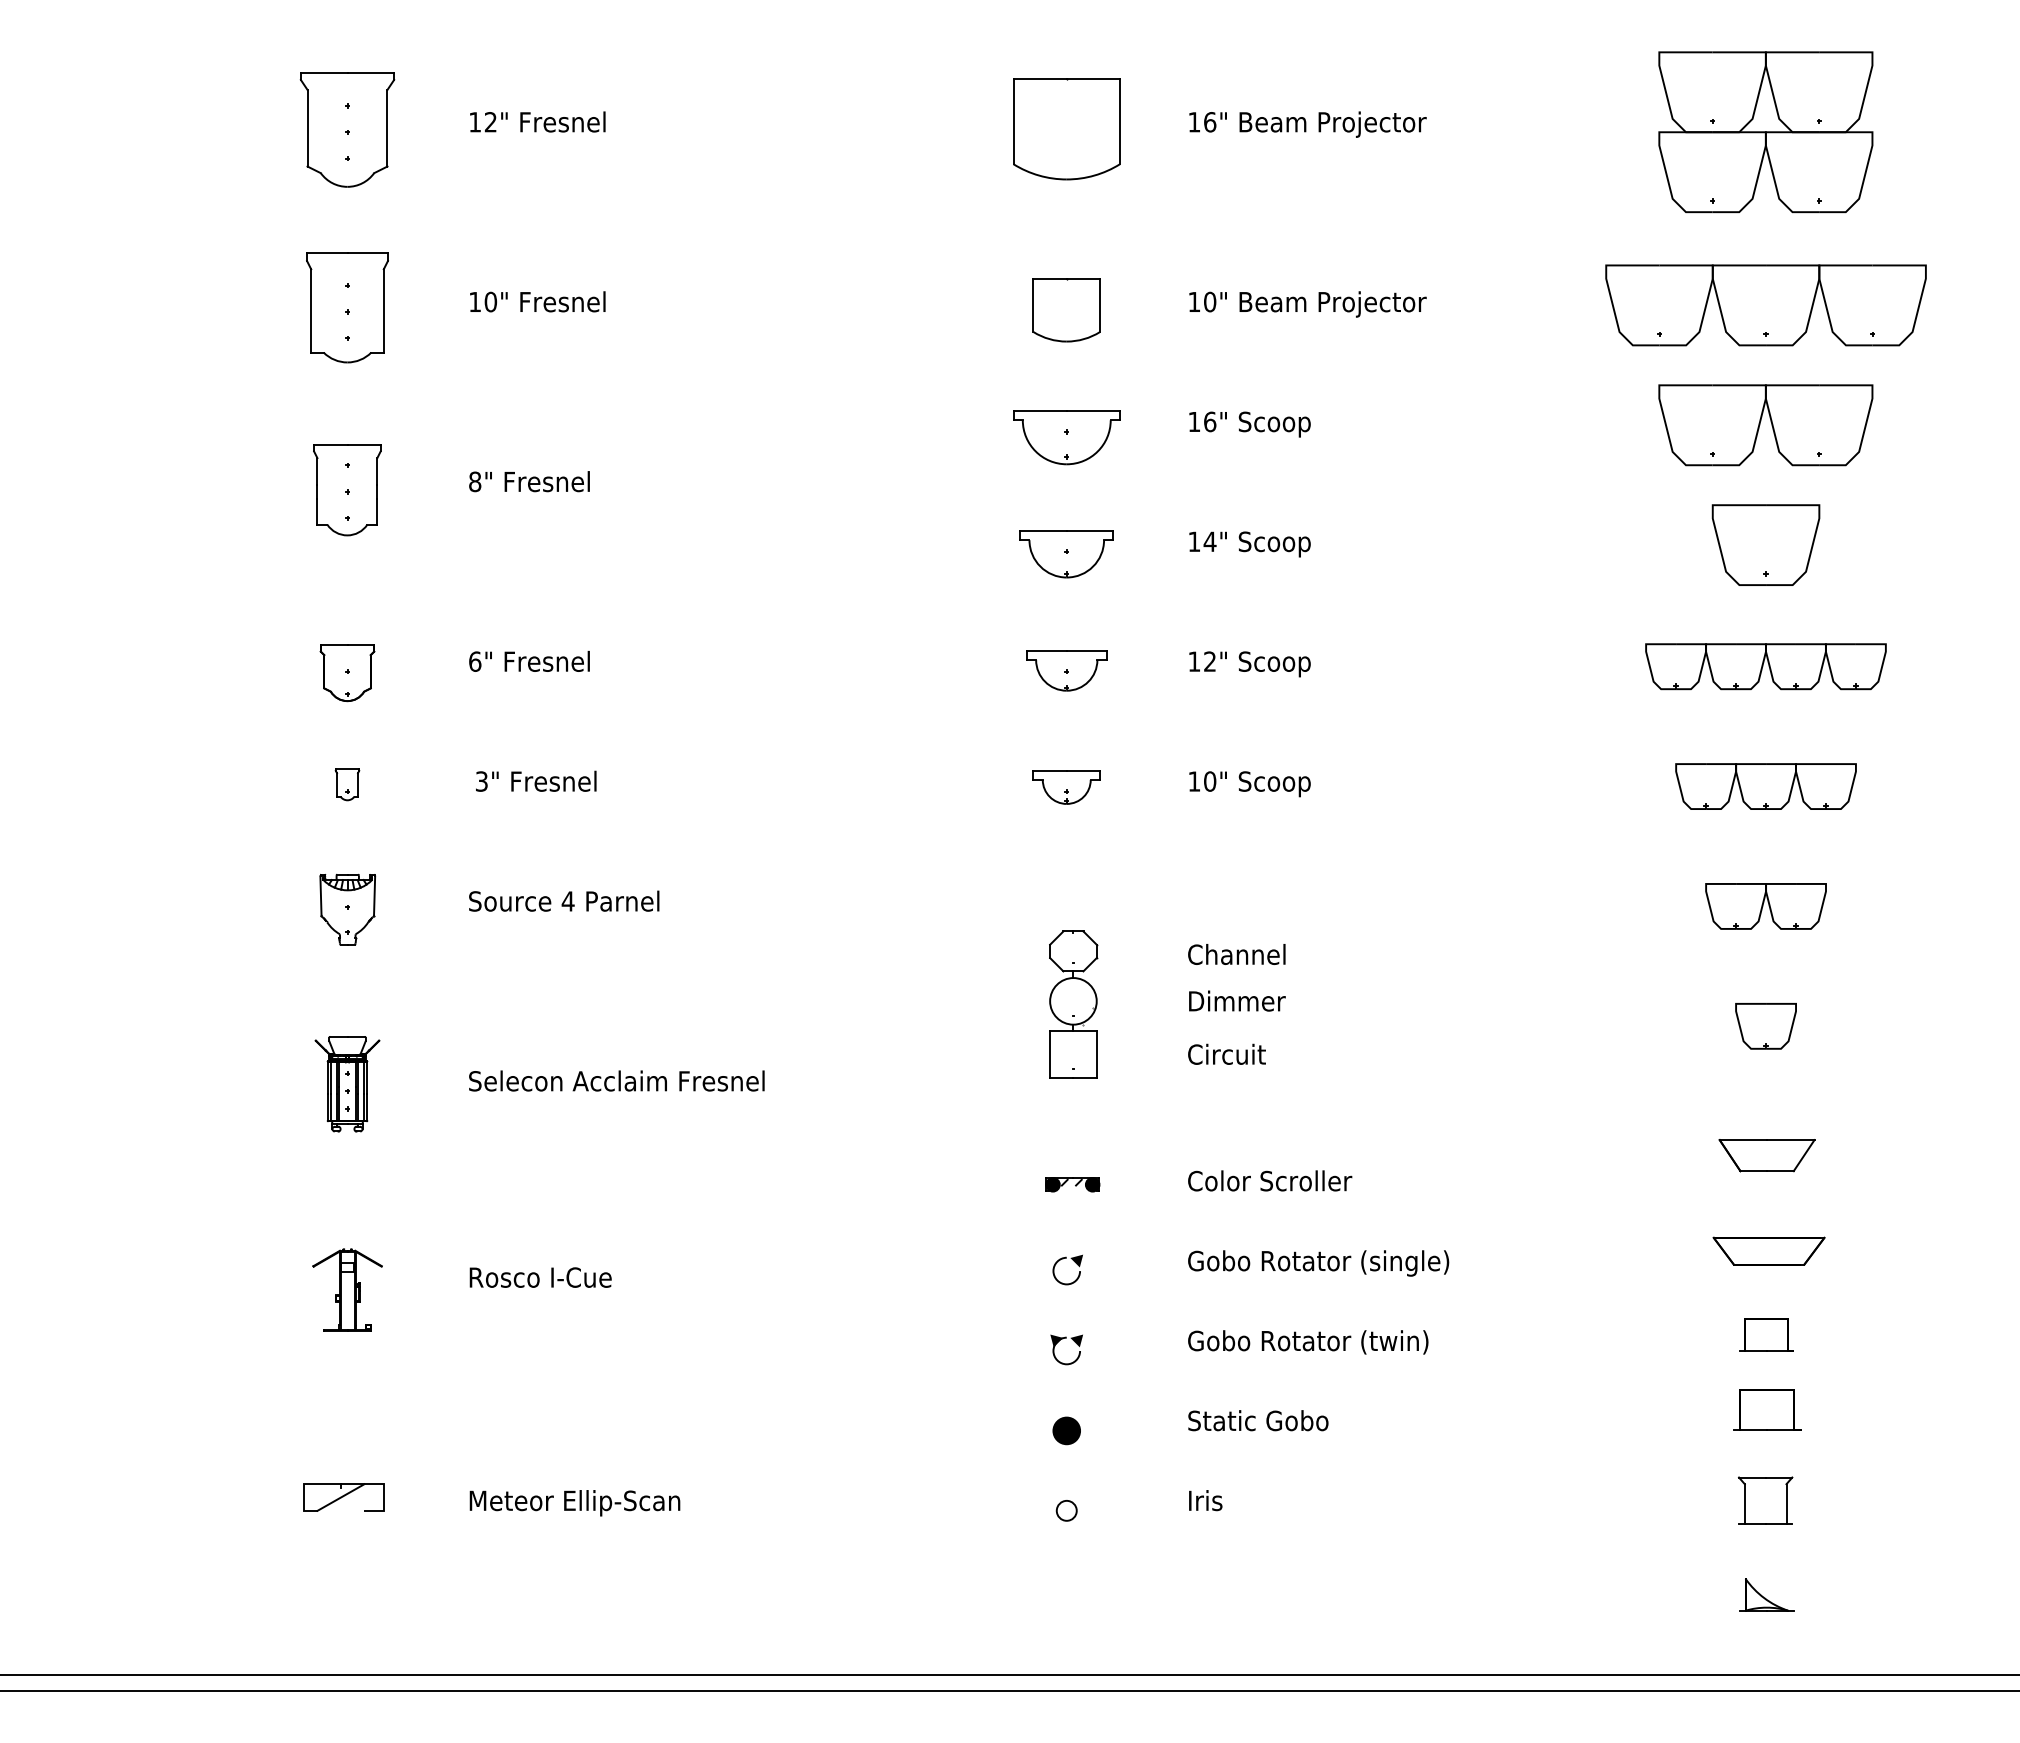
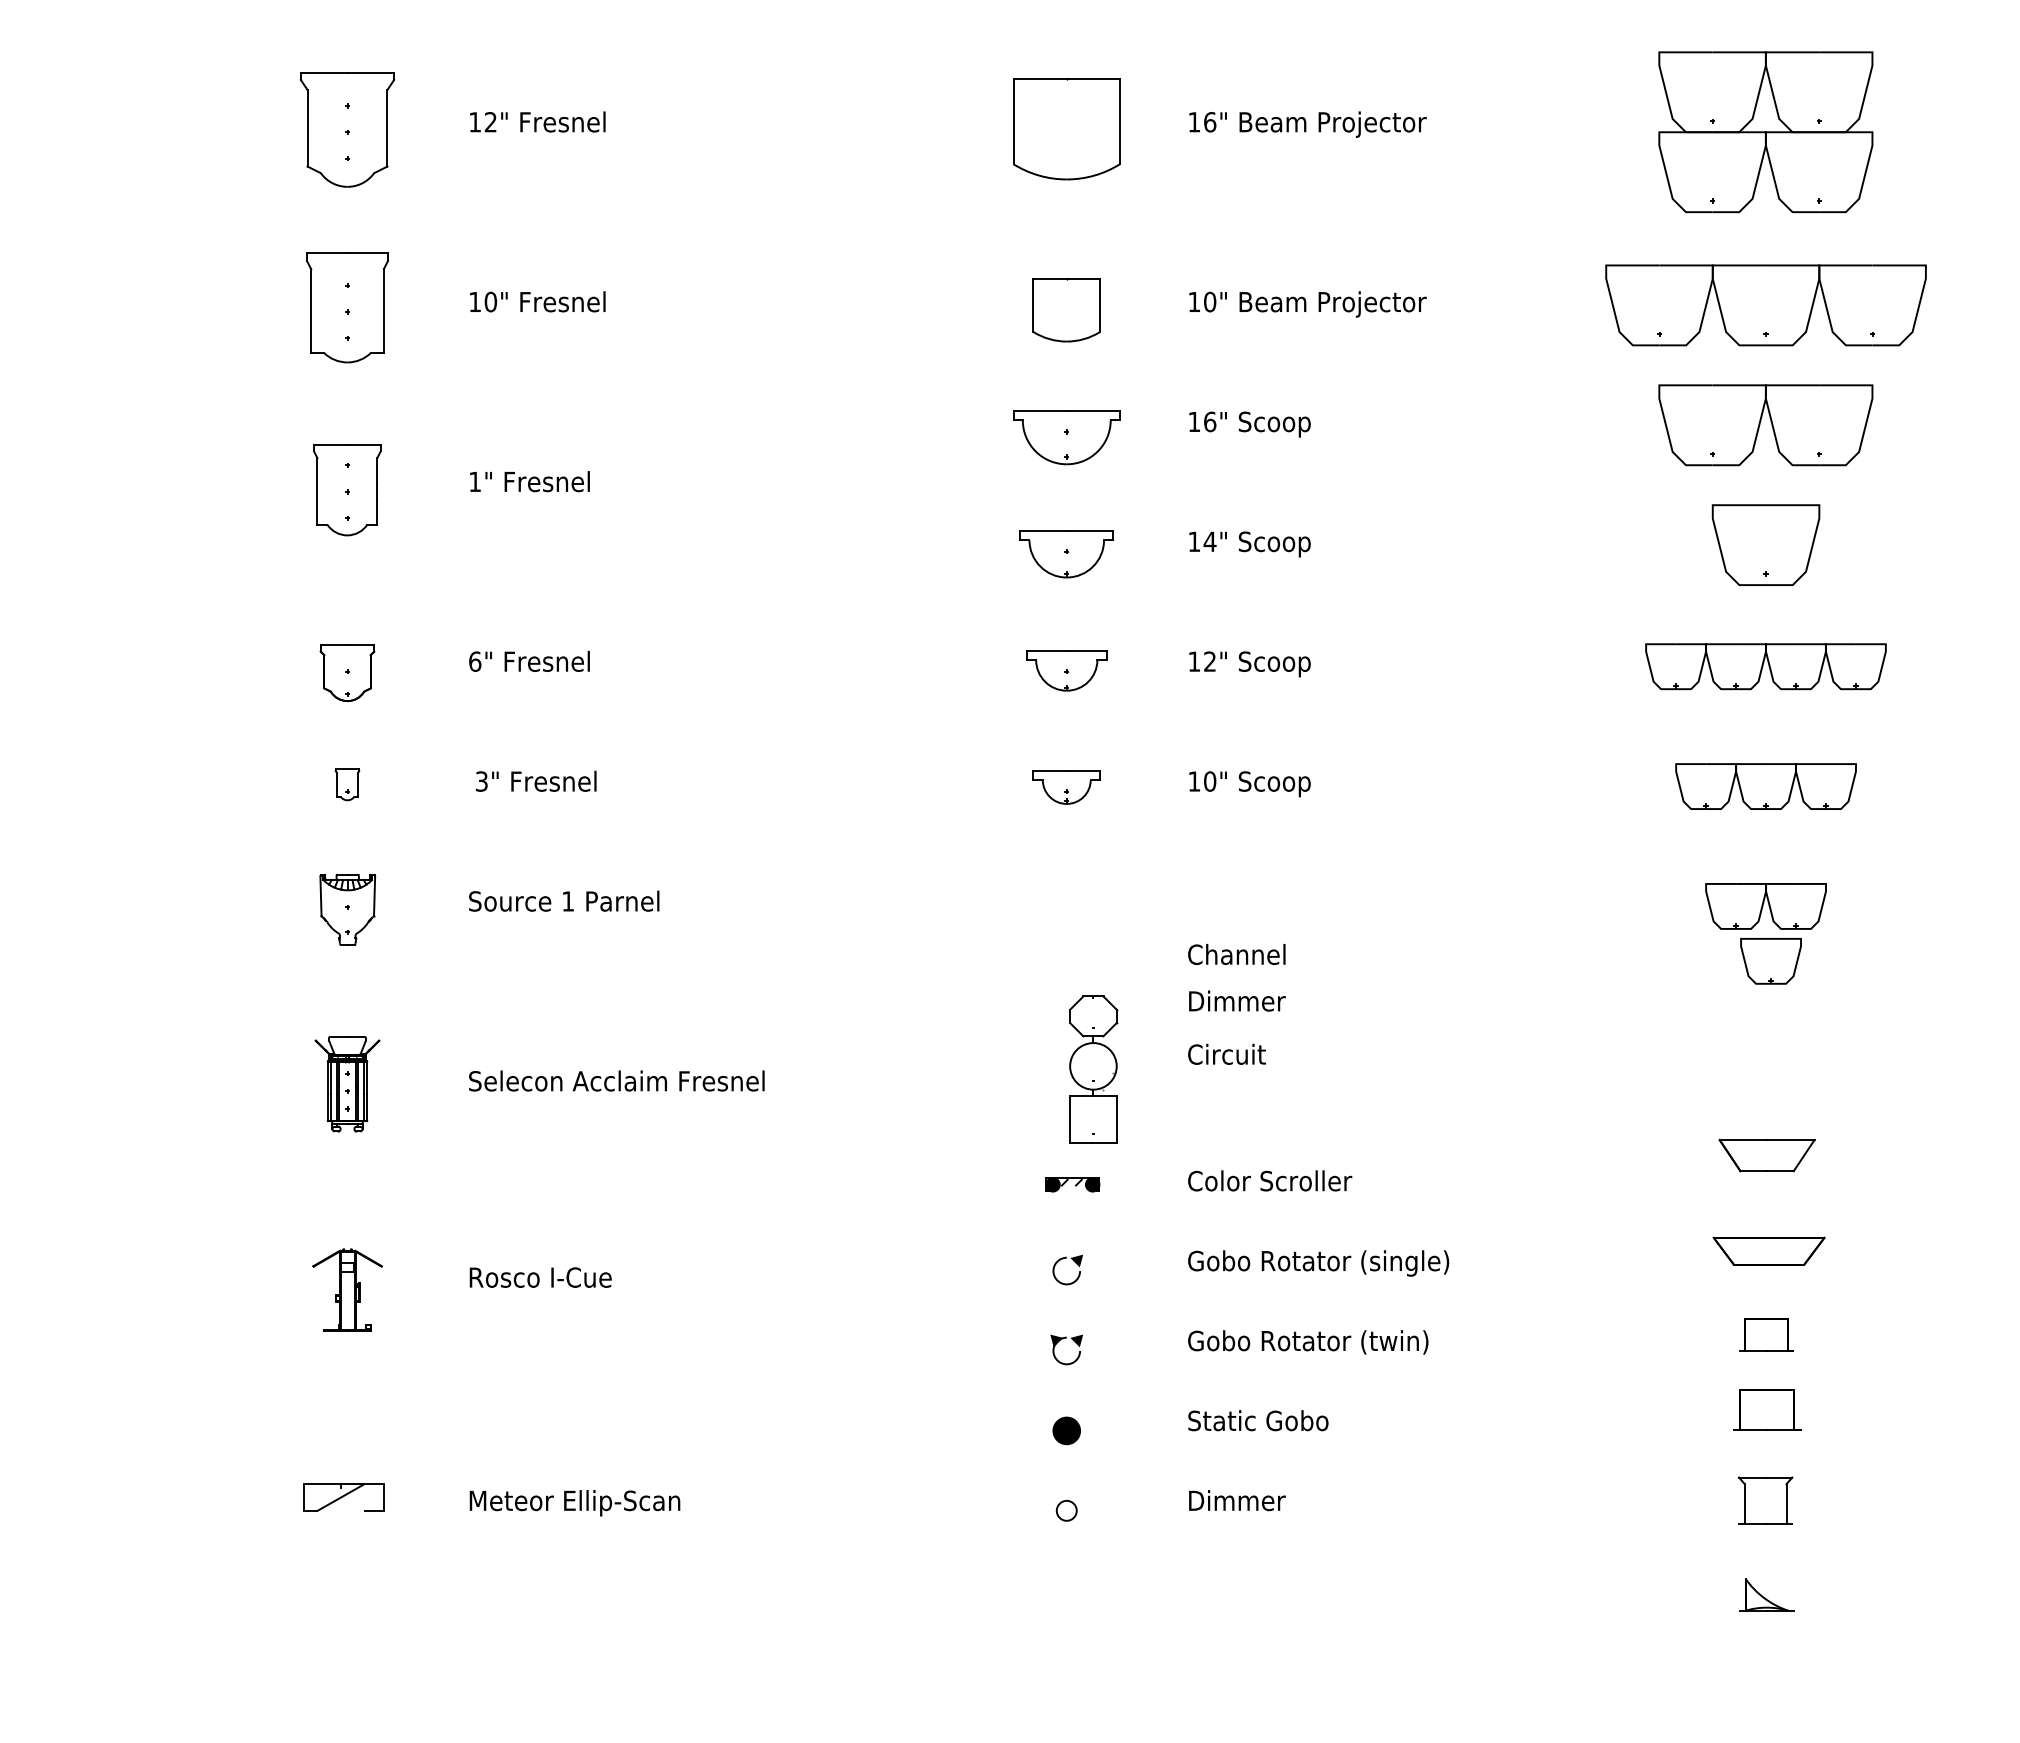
text at (475, 481): 8" -> 1"
text at (567, 901): 4 -> 1
part at (1073, 1004) position: (1073, 1004) -> (1093, 1069)
part at (1765, 1026) position: (1765, 1026) -> (1770, 961)
text at (1238, 1500): Iris -> Dimmer
line at (1009, 1674): present -> none
line at (1009, 1690): present -> none
